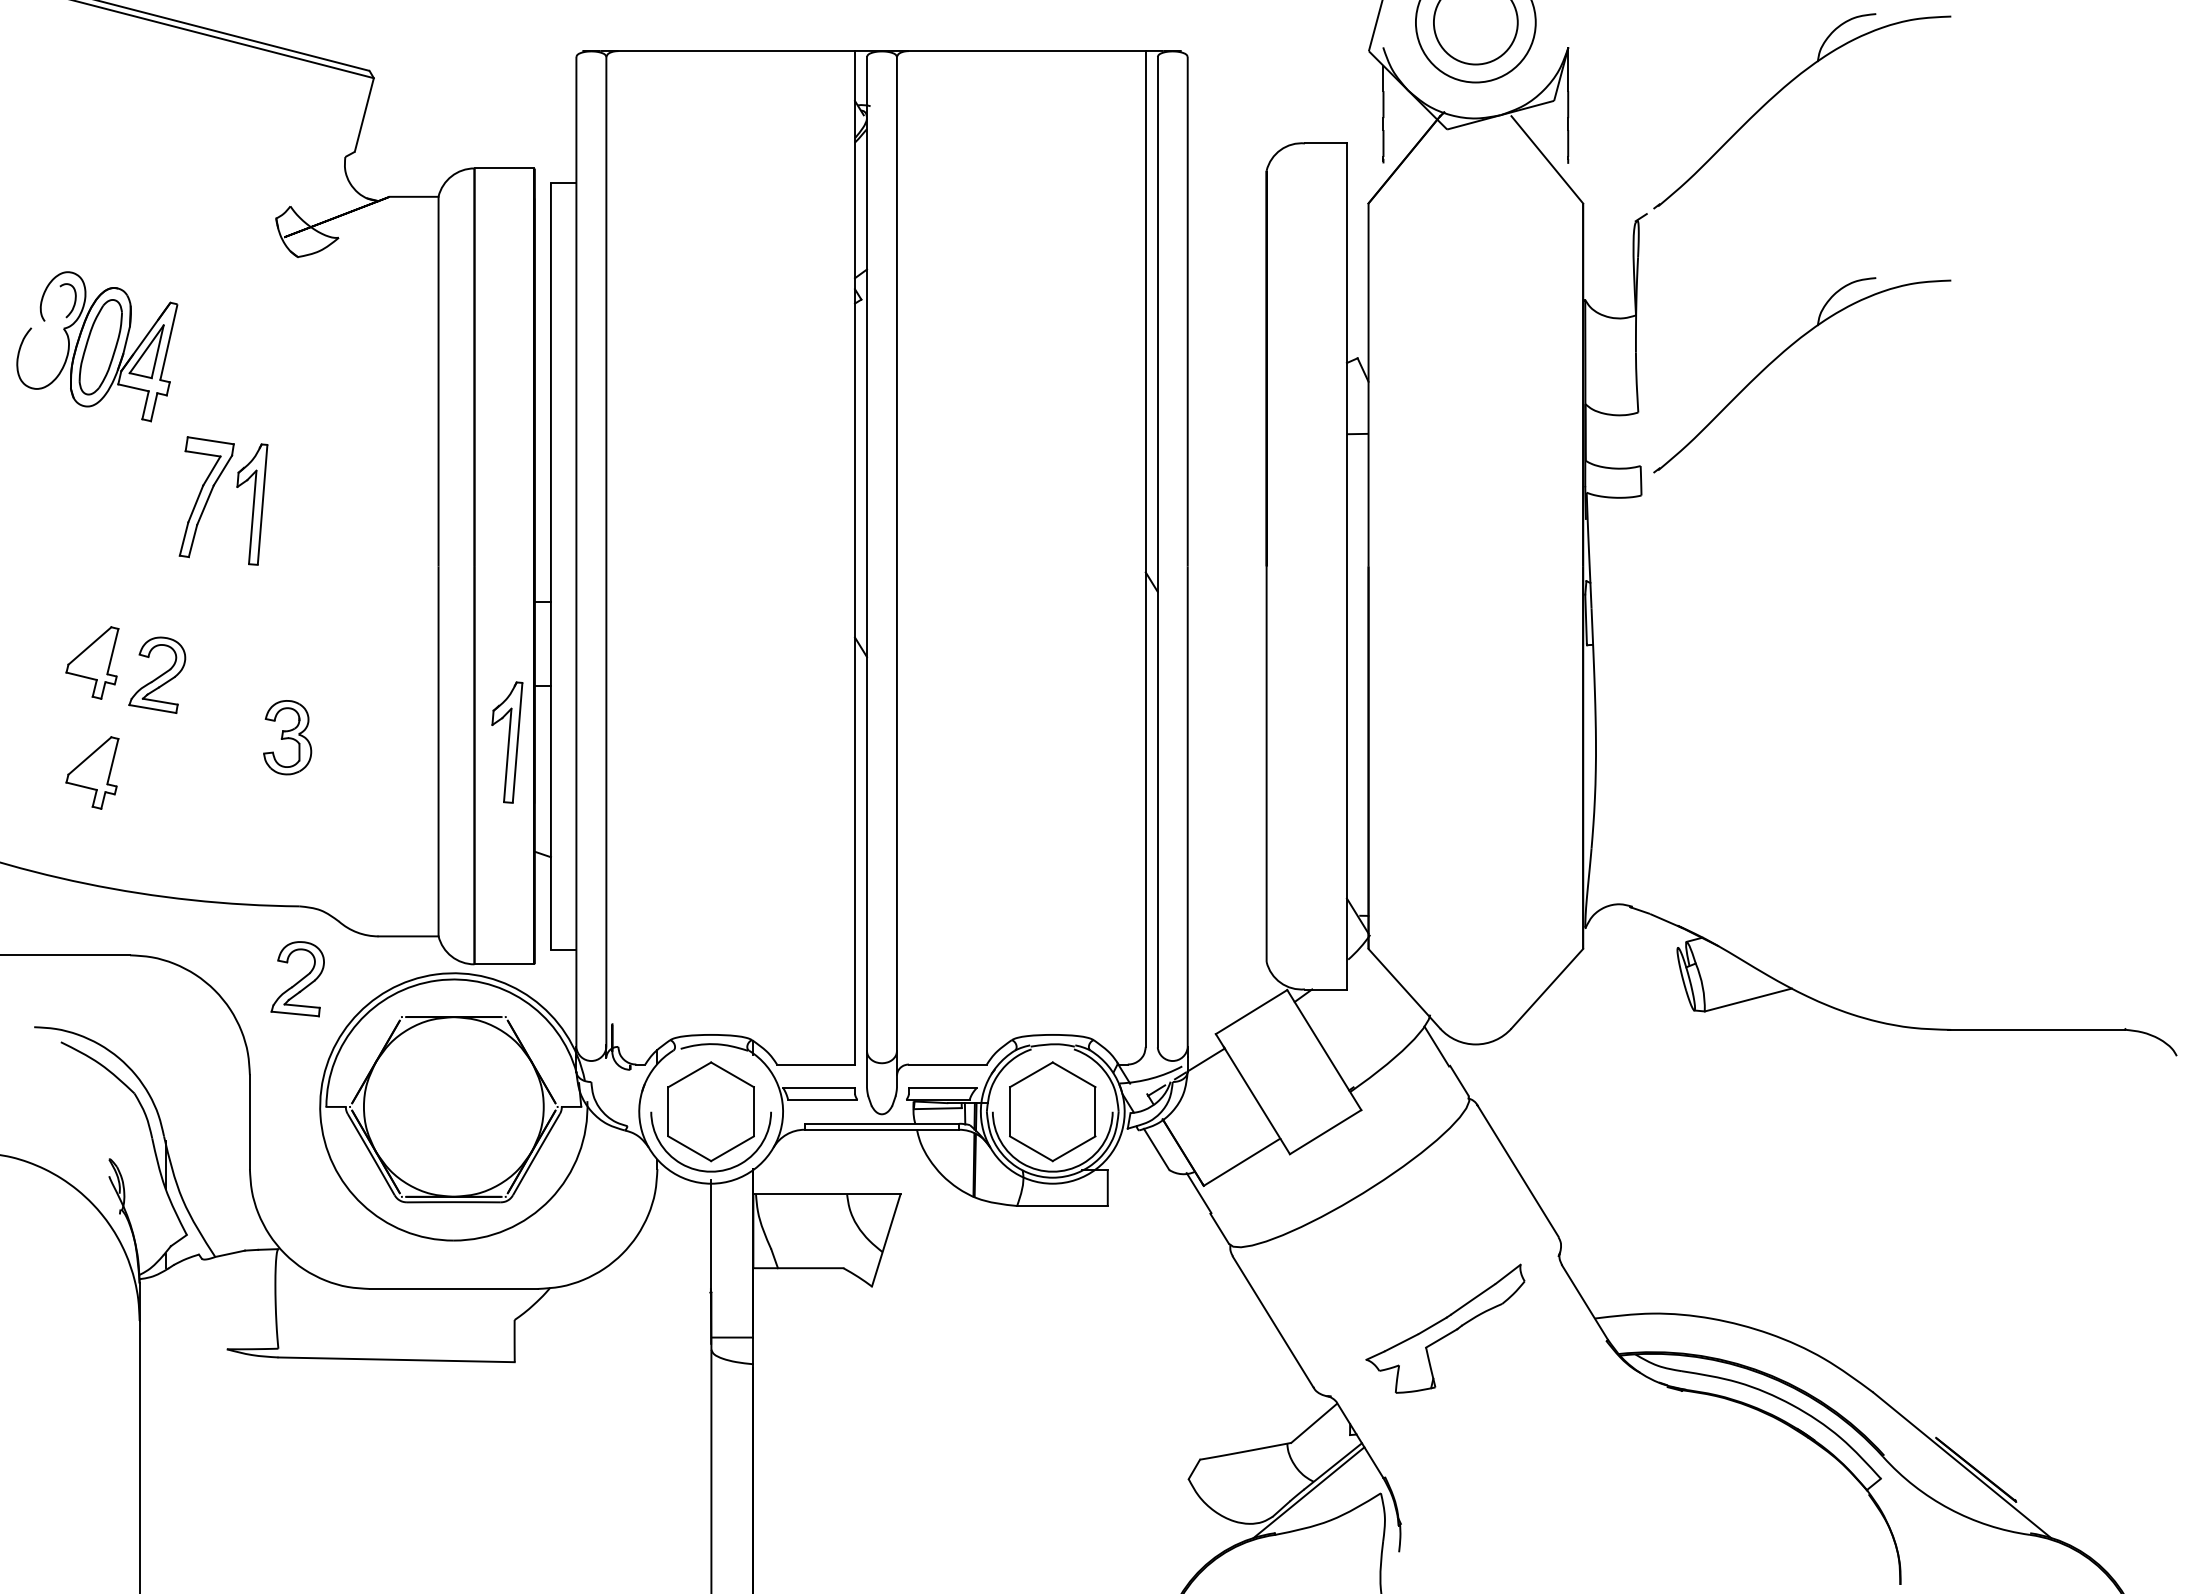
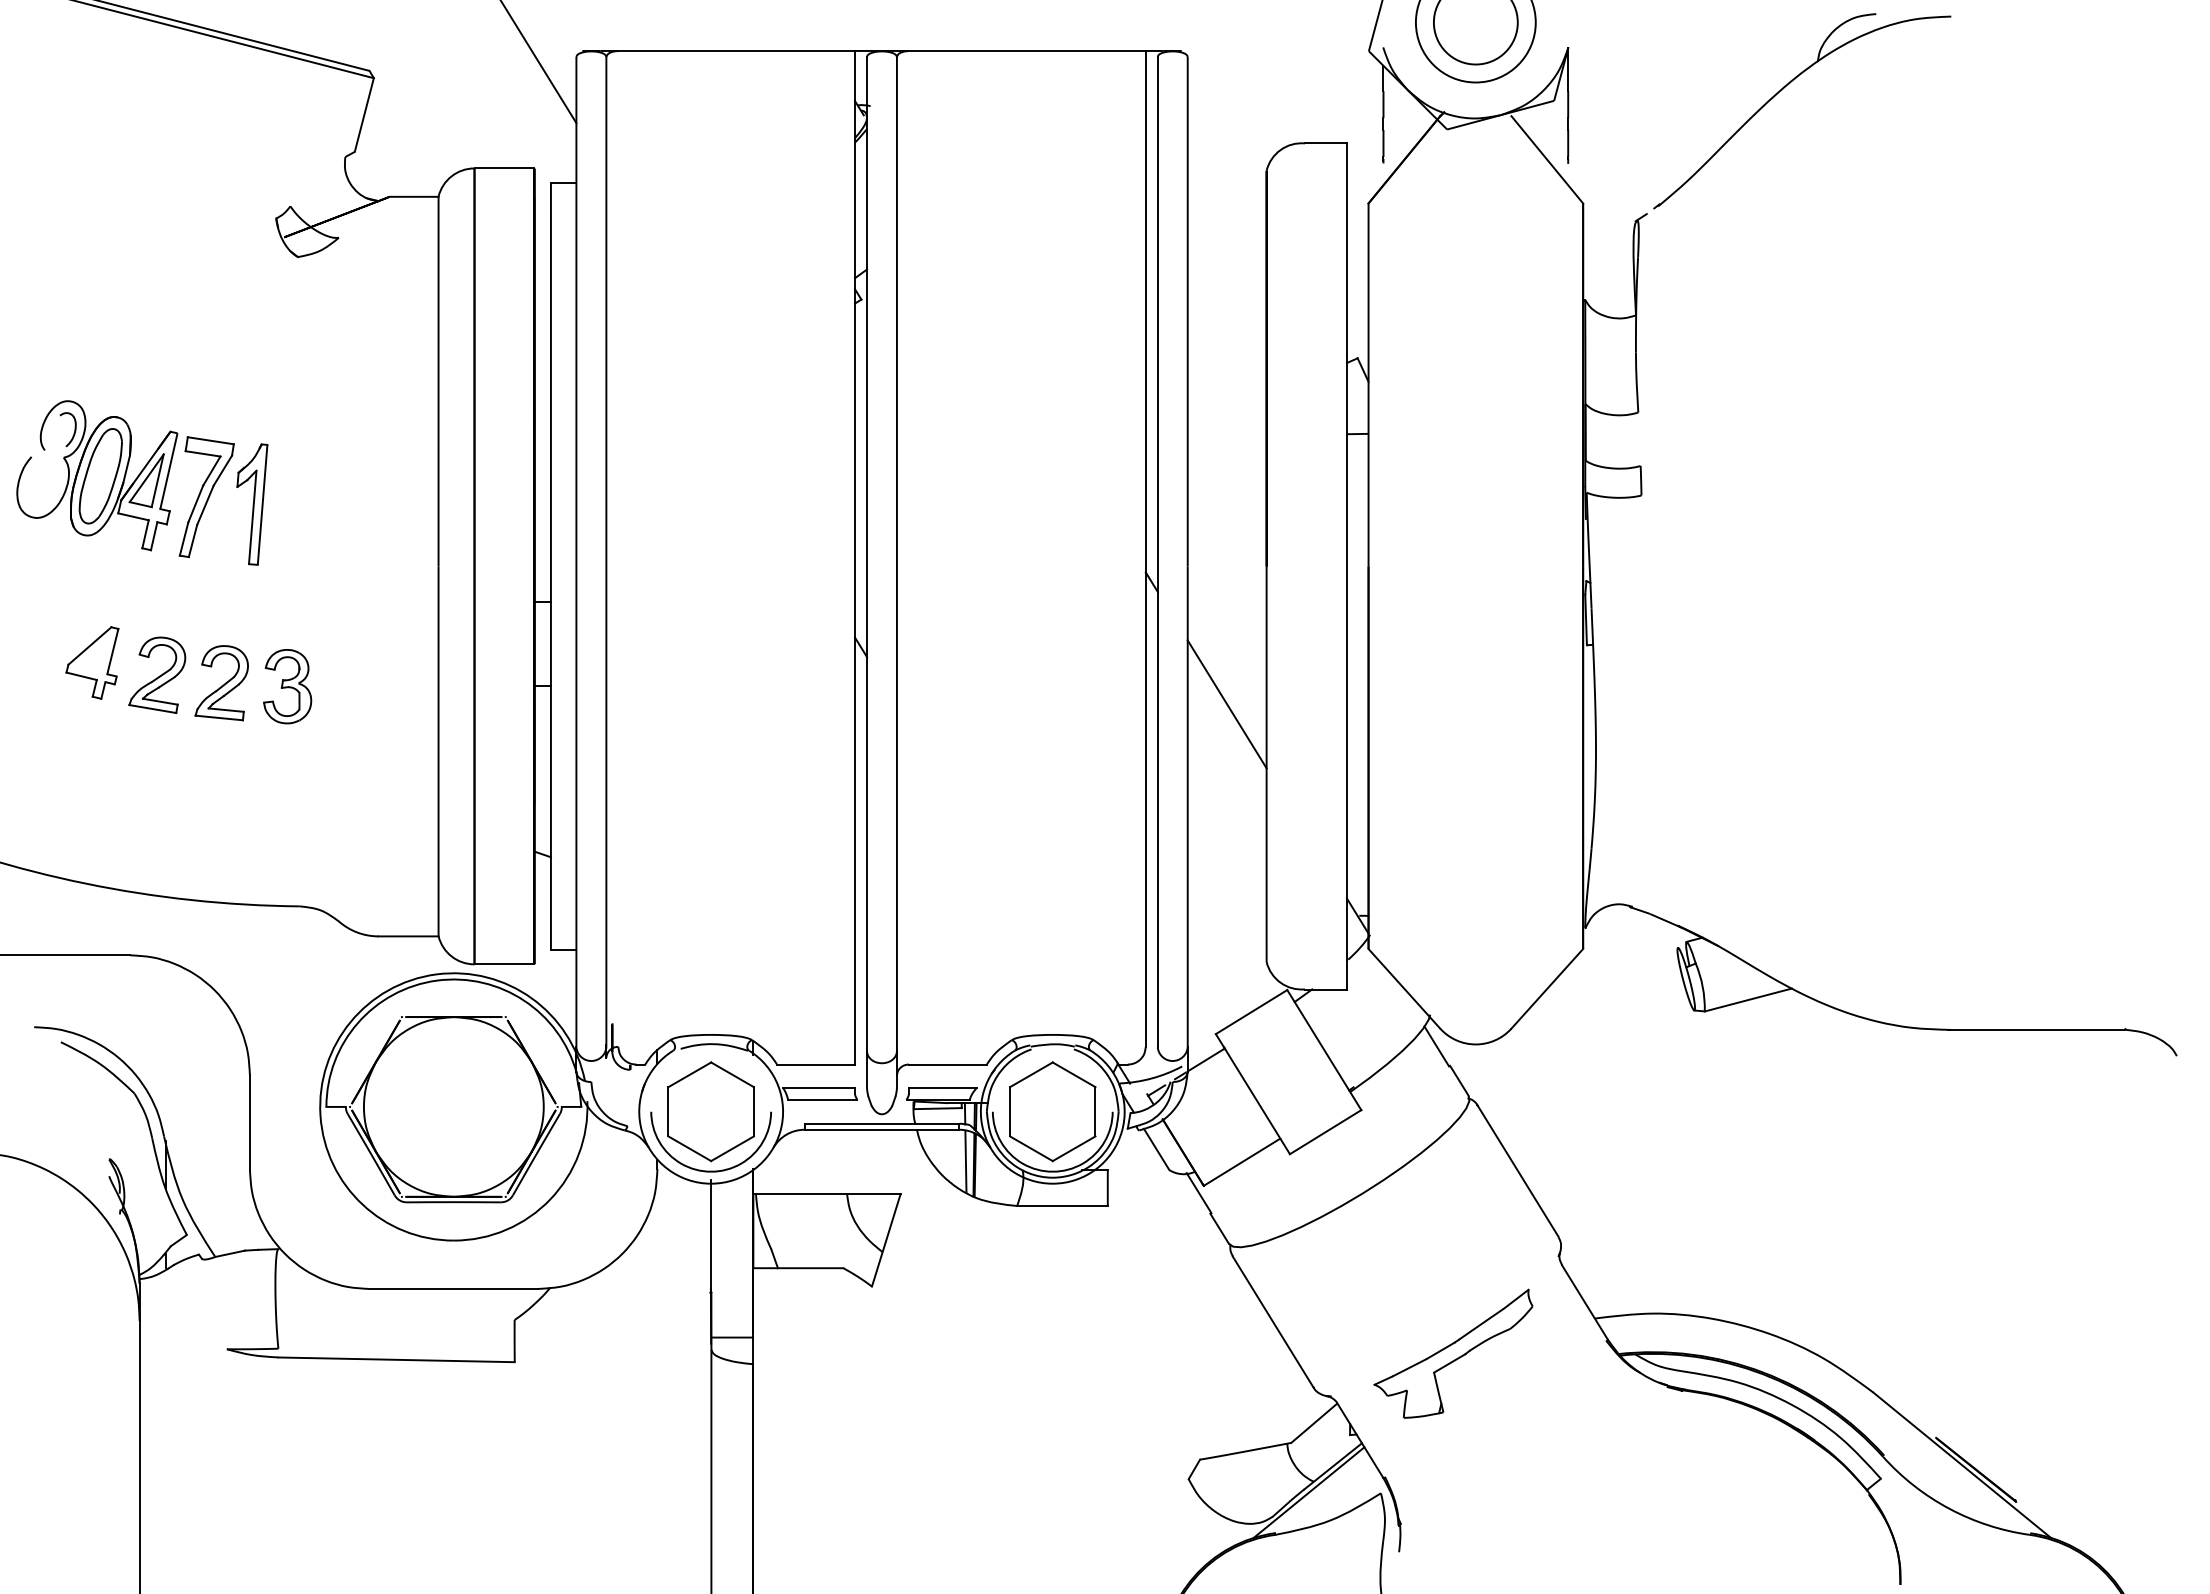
line at (539, 62): none -> present
part at (97, 346) position: (97, 346) -> (97, 475)
part at (1782, 354): present -> none
line at (1226, 704): none -> present
part at (287, 737) position: (287, 737) -> (287, 686)
part at (507, 742): present -> none
part at (92, 772): present -> none
part at (297, 979) position: (297, 979) -> (221, 683)
line at (965, 1161): none -> present
part at (1445, 1328) position: (1445, 1328) -> (1453, 1353)
